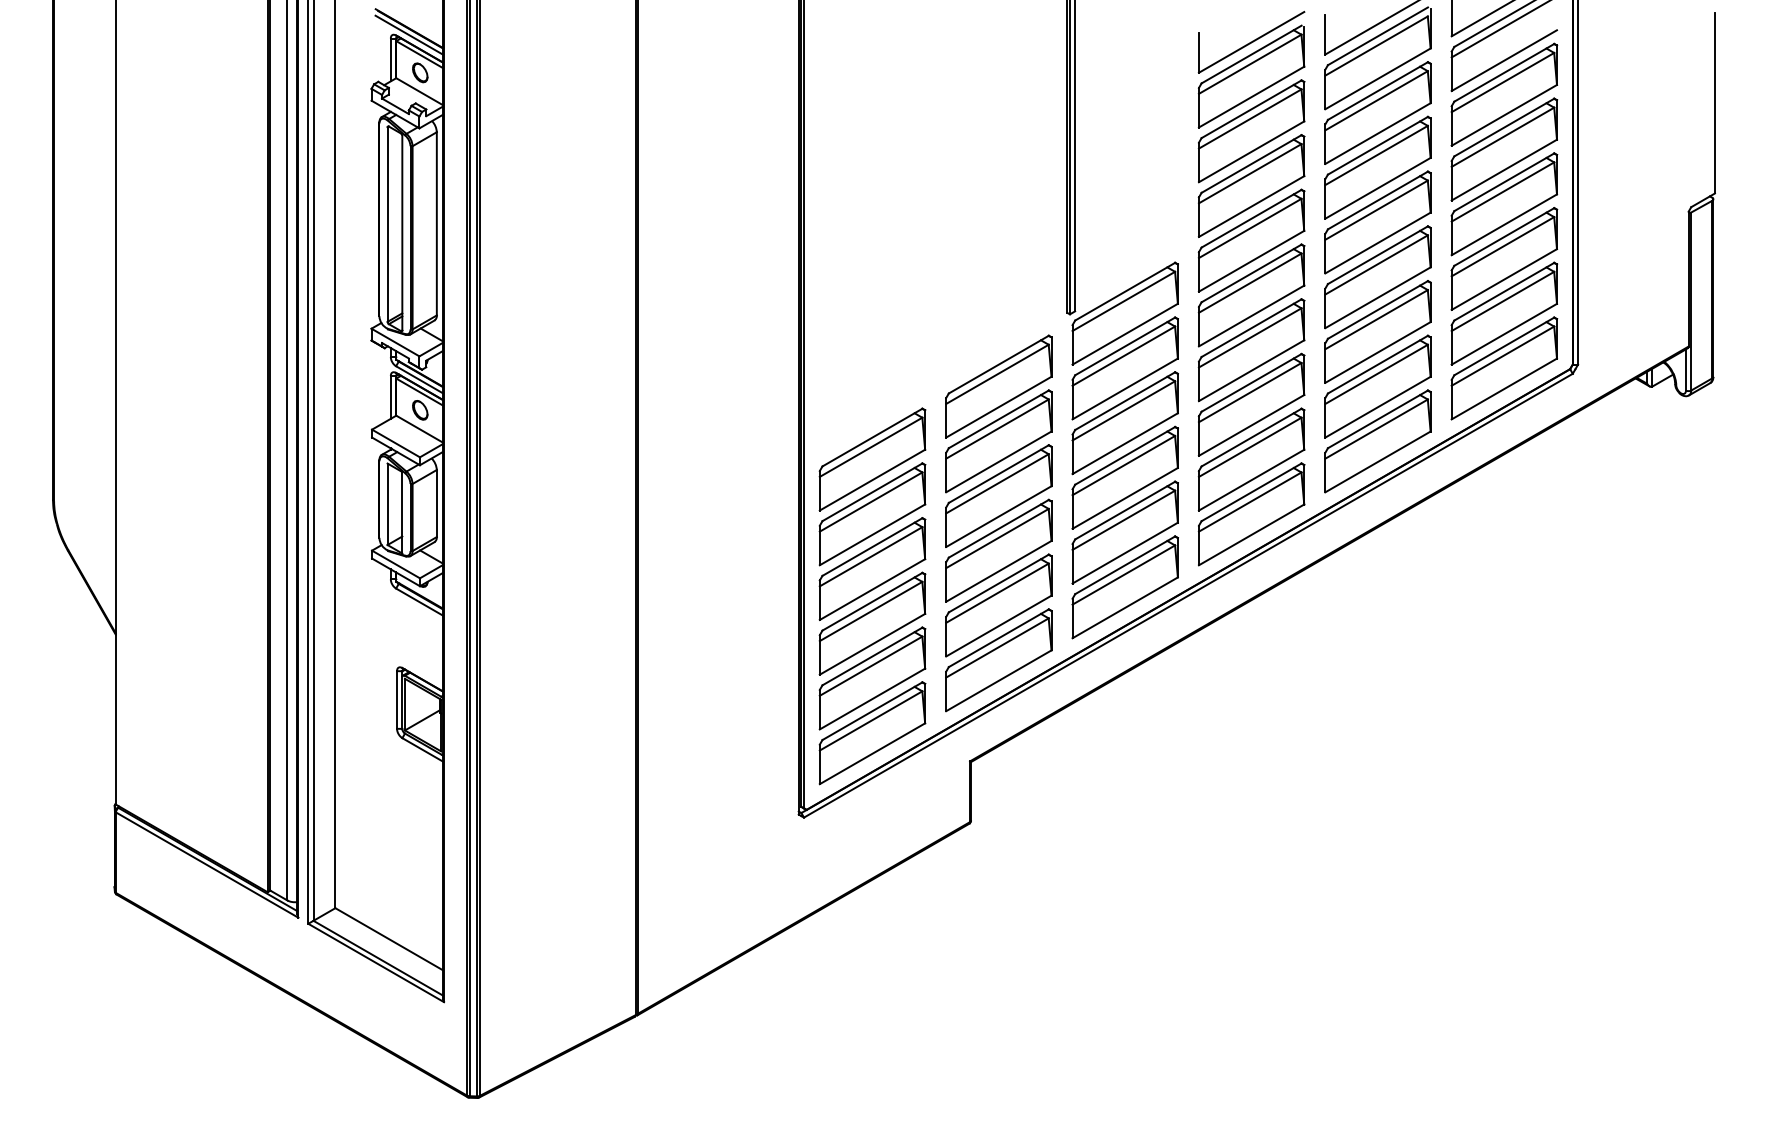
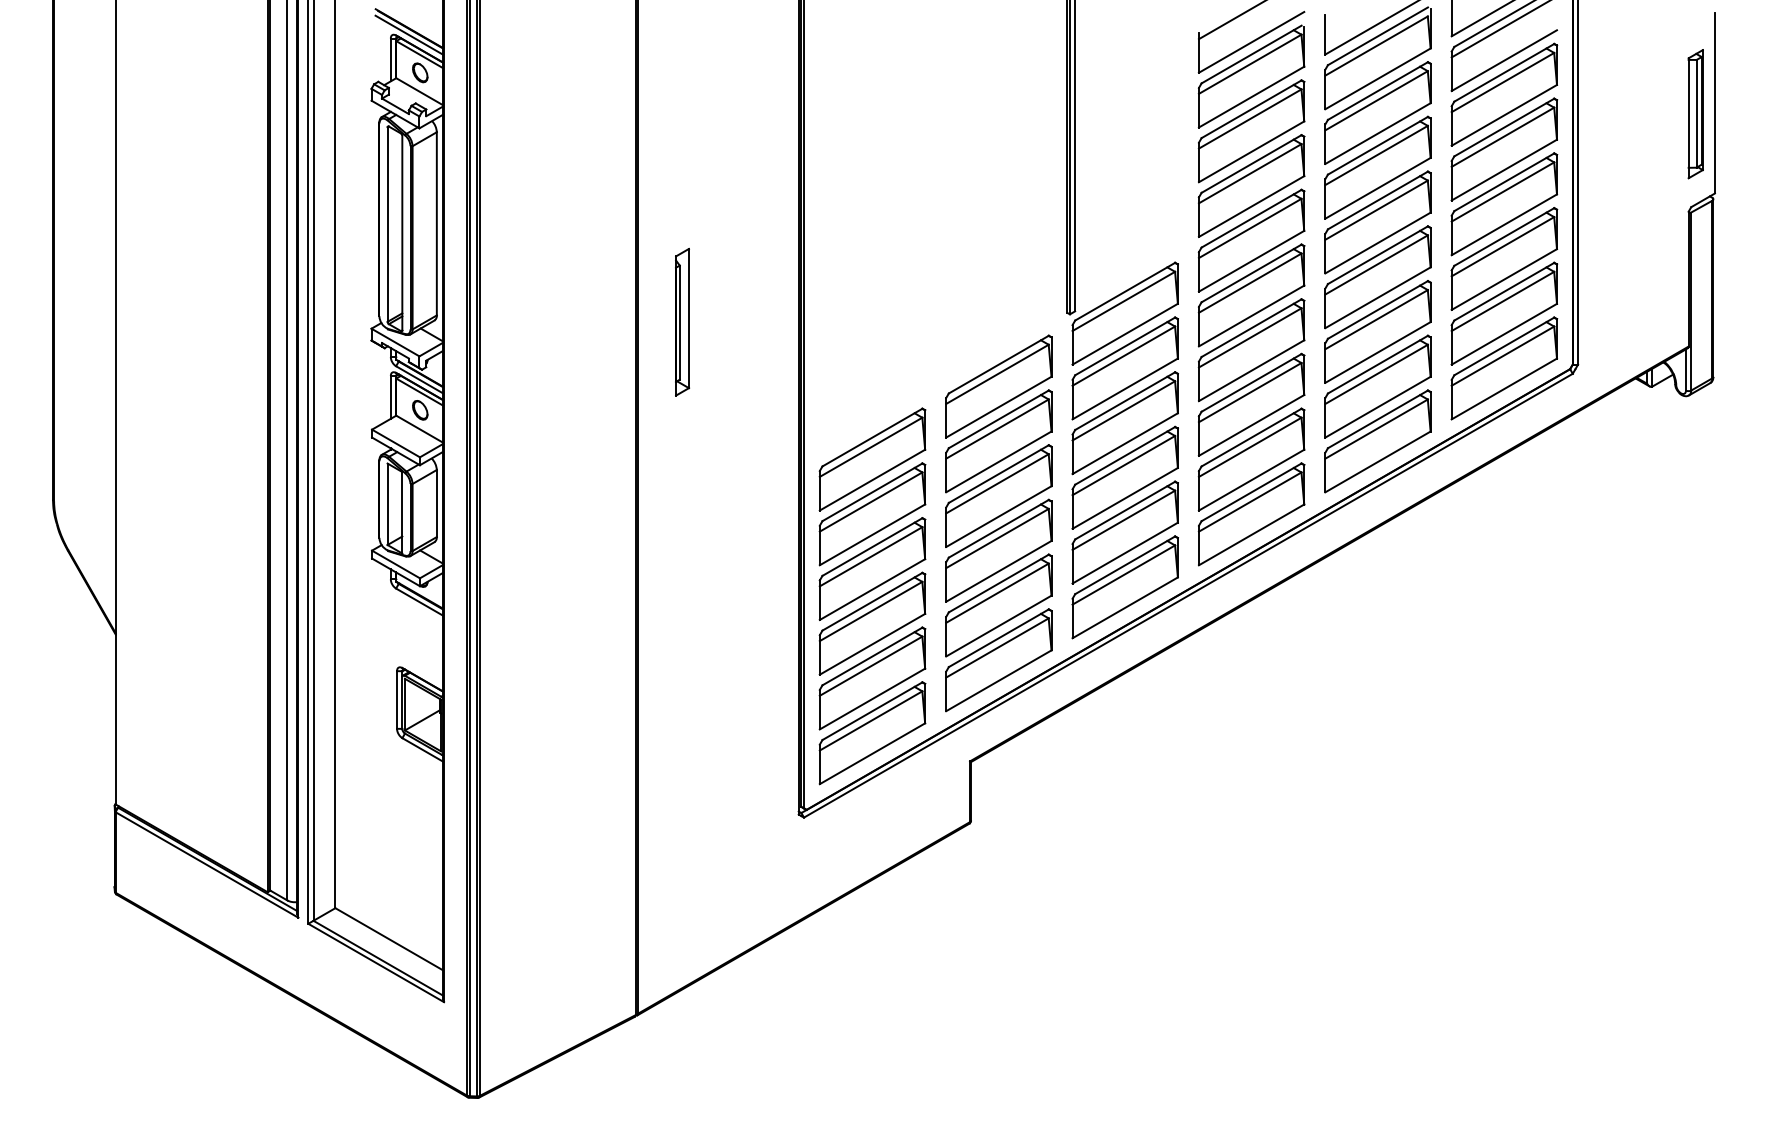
line at (1230, 20): none -> present
part at (1695, 114): none -> present
part at (682, 321): none -> present
